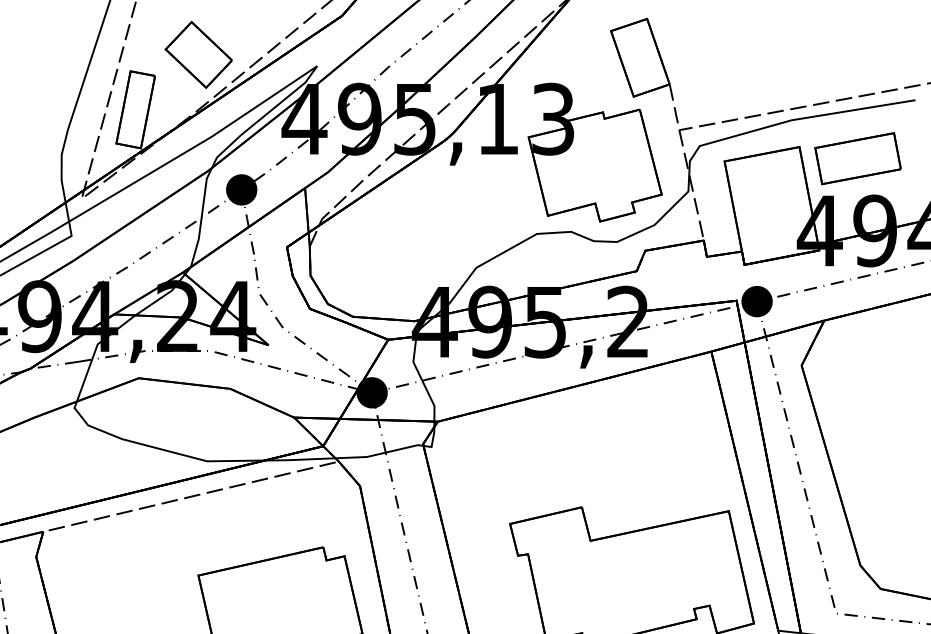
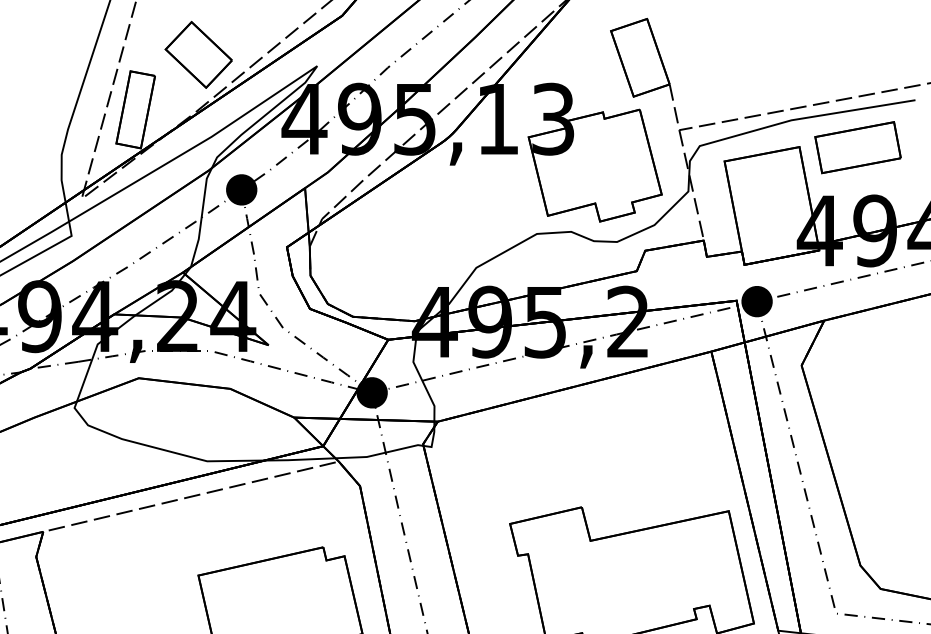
part at (857, 158) position: (857, 158) -> (857, 147)
